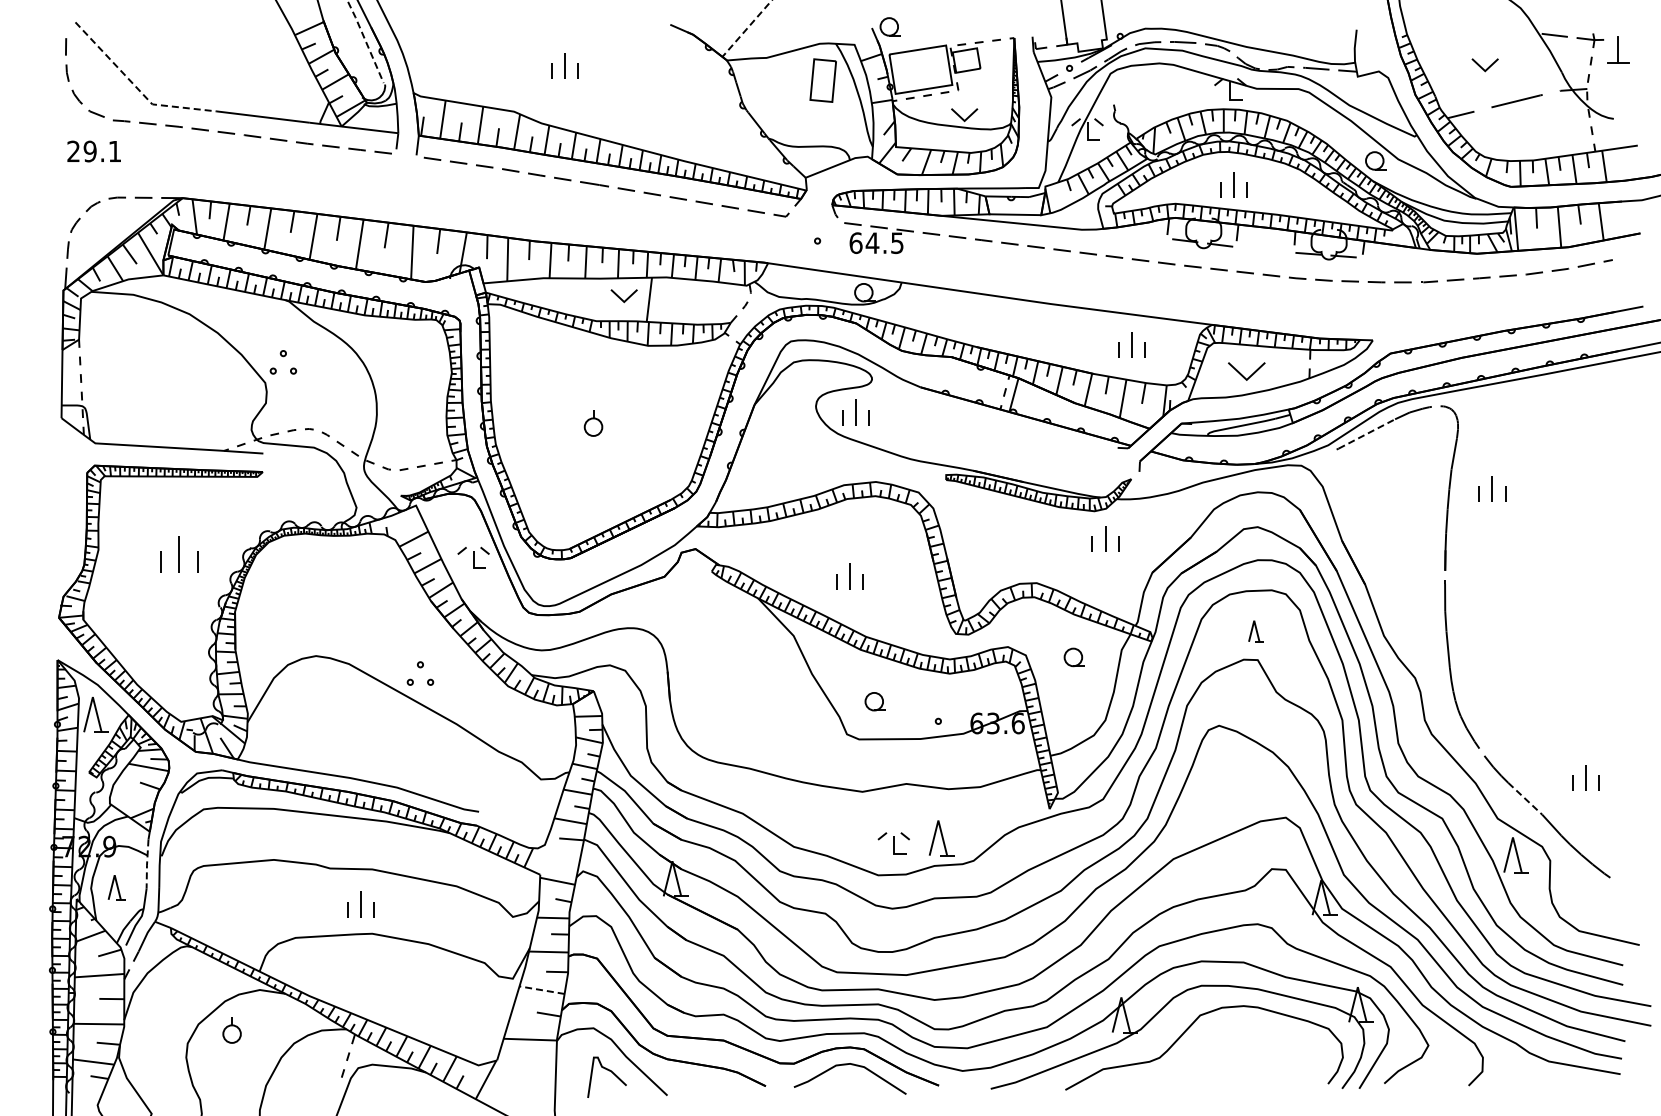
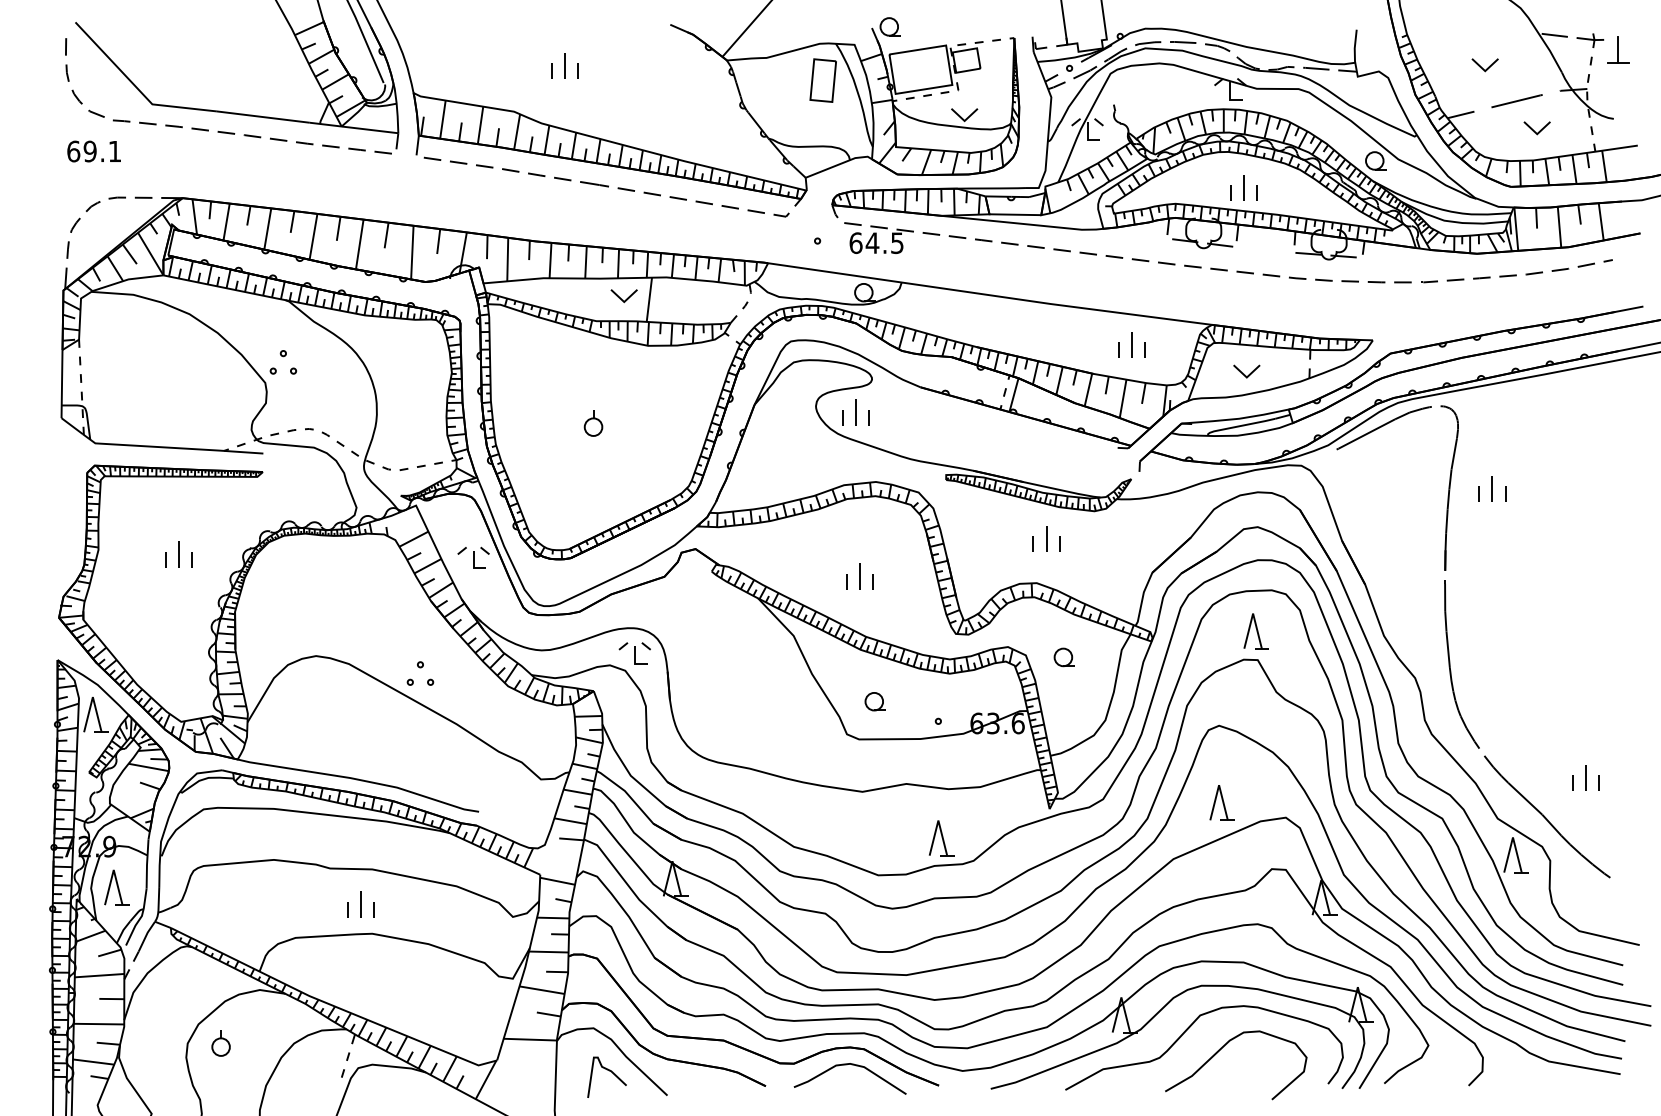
line at (746, 29): dashed -> solid
line at (365, 41): dashed -> solid
line at (136, 87): dashed -> solid
part at (1536, 128): none -> present
text at (73, 151): 29.1 -> 69.1
part at (1233, 184) position: (1233, 184) -> (1243, 187)
part at (1246, 371) size: 38x19 px -> 28x15 px
line at (1366, 433): dashed -> solid
part at (1105, 538) position: (1105, 538) -> (1046, 538)
part at (179, 554) size: 39x37 px -> 28x27 px
part at (849, 576) position: (849, 576) -> (859, 576)
part at (1255, 631) size: 16x23 px -> 26x37 px
part at (1073, 657) position: (1073, 657) -> (1063, 657)
line at (1525, 799): dashed -> solid
part at (1221, 802): none -> present
part at (893, 843) position: (893, 843) -> (634, 653)
line at (147, 865): dashed -> solid
part at (116, 887) size: 19x26 px -> 26x37 px
line at (542, 990): dashed -> solid
part at (231, 1030) position: (231, 1030) -> (220, 1043)
curve at (1221, 1049): none -> present
